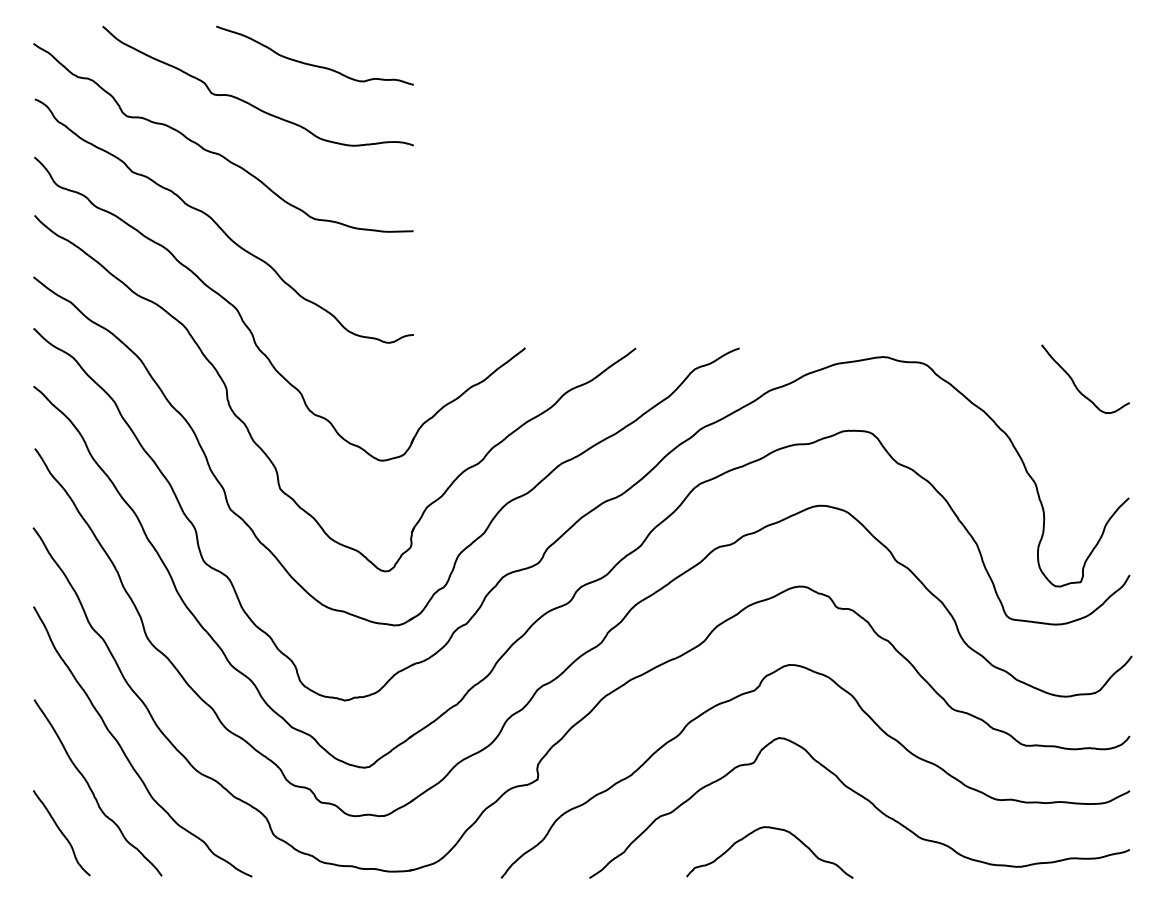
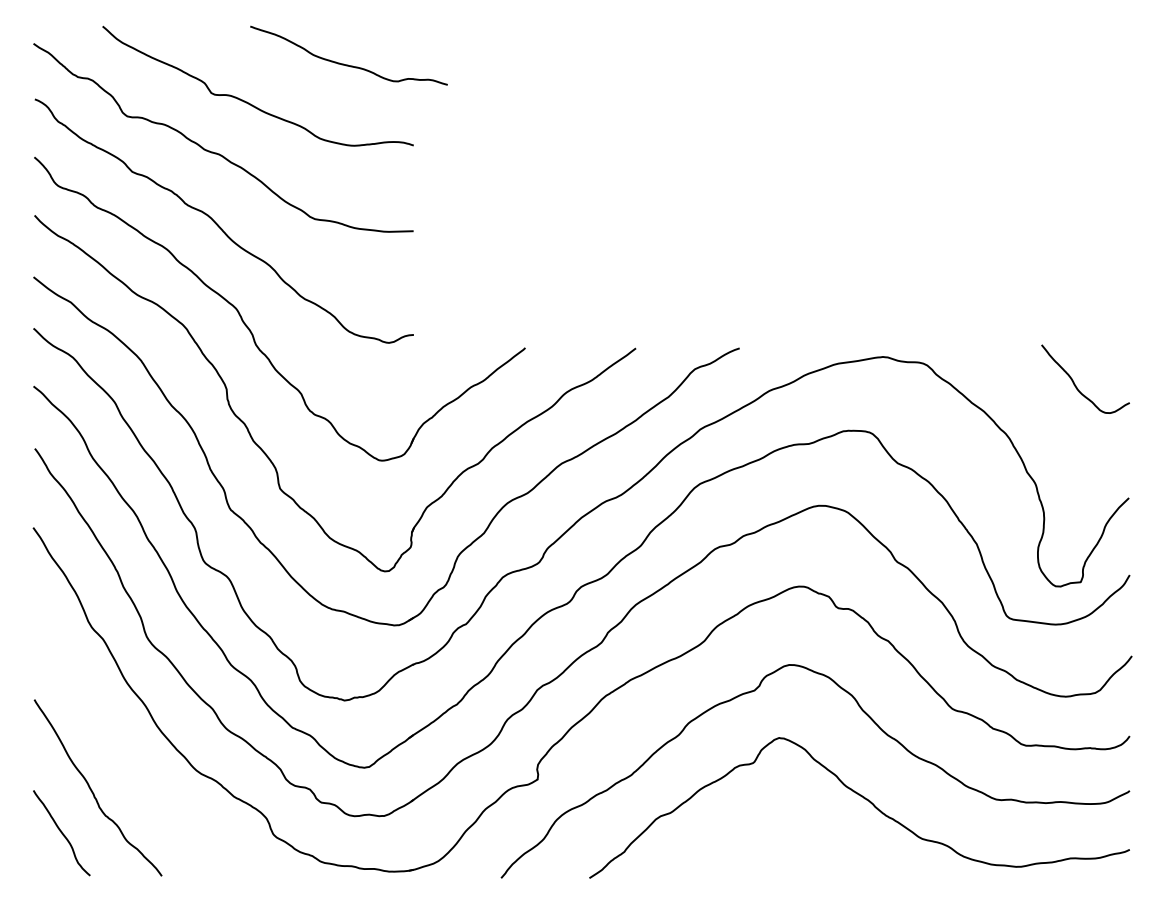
curve at (314, 64) position: (314, 64) -> (348, 64)
curve at (124, 751): present -> none
curve at (773, 829): present -> none
